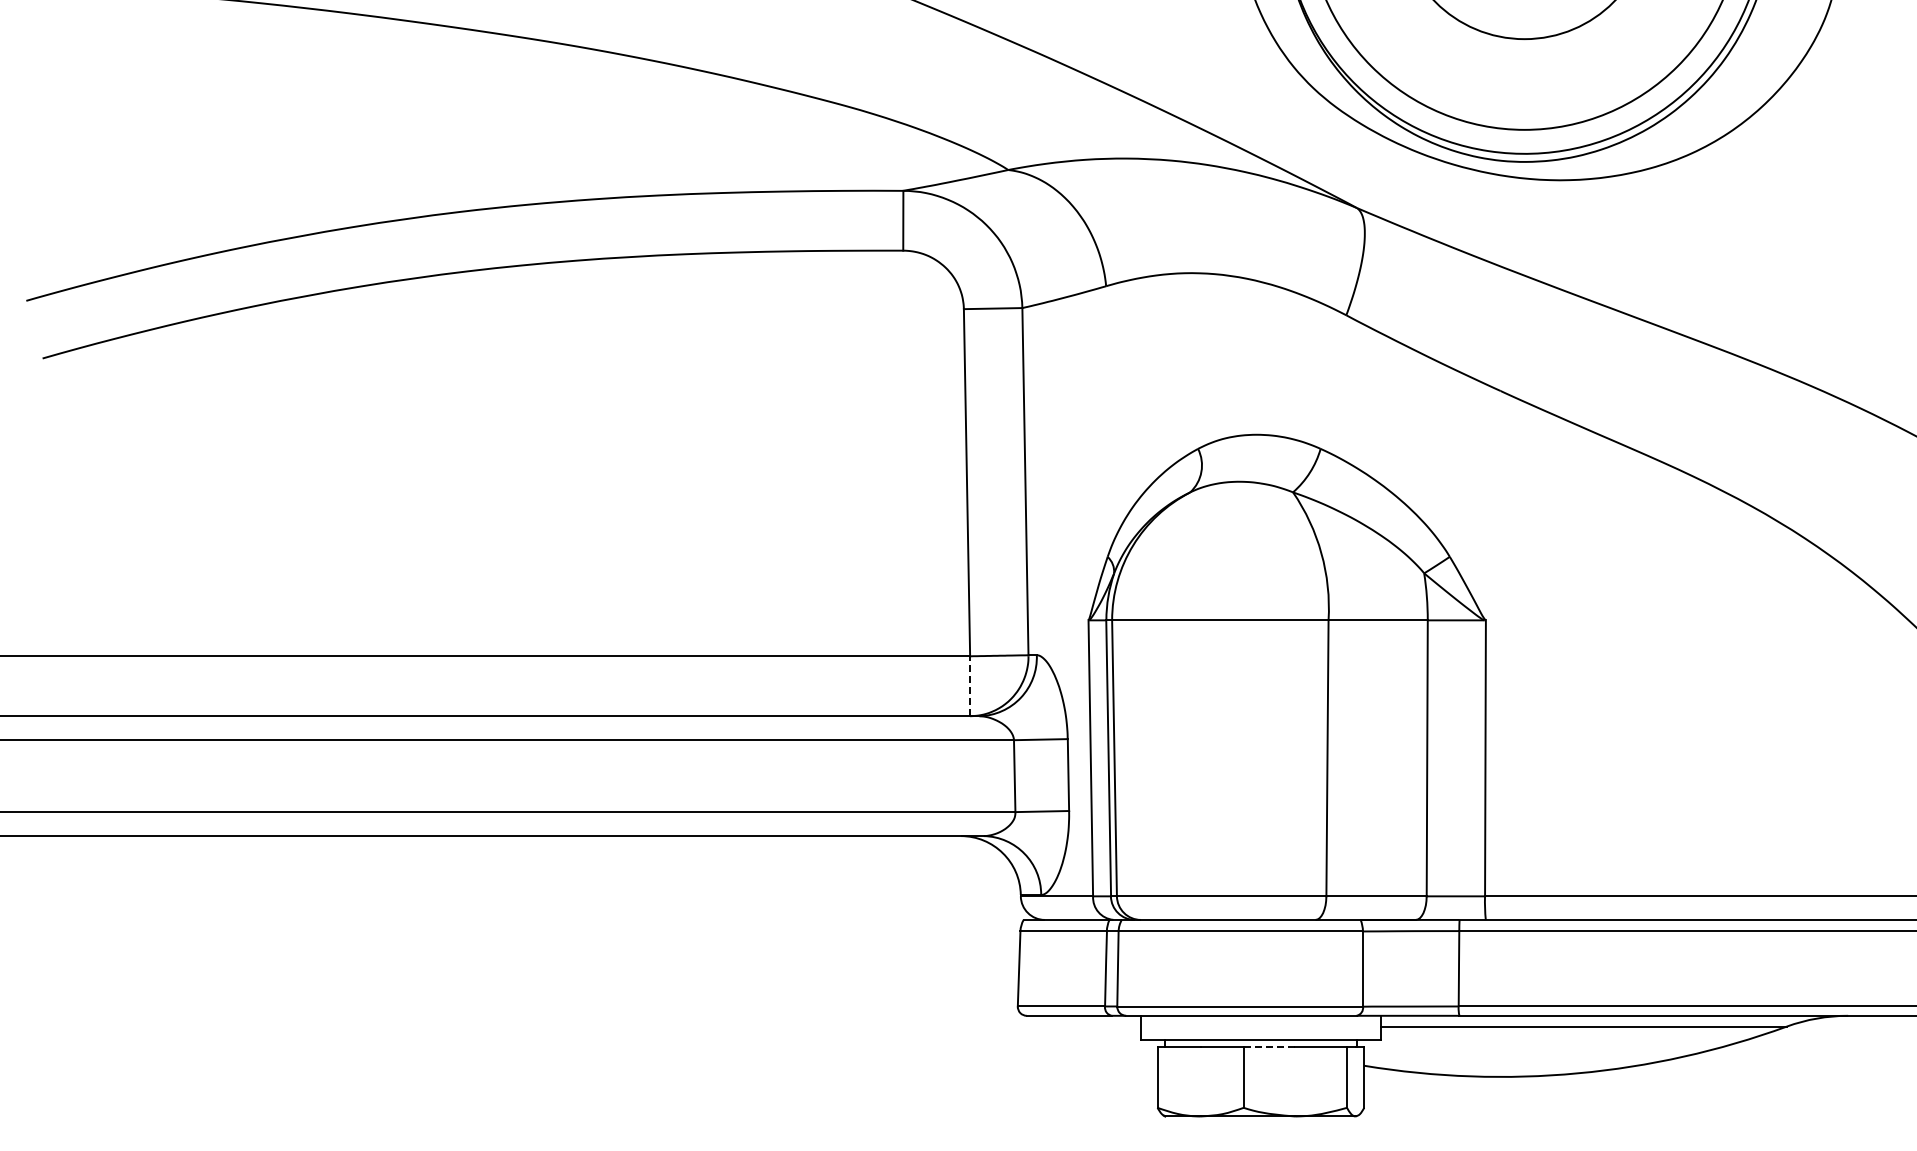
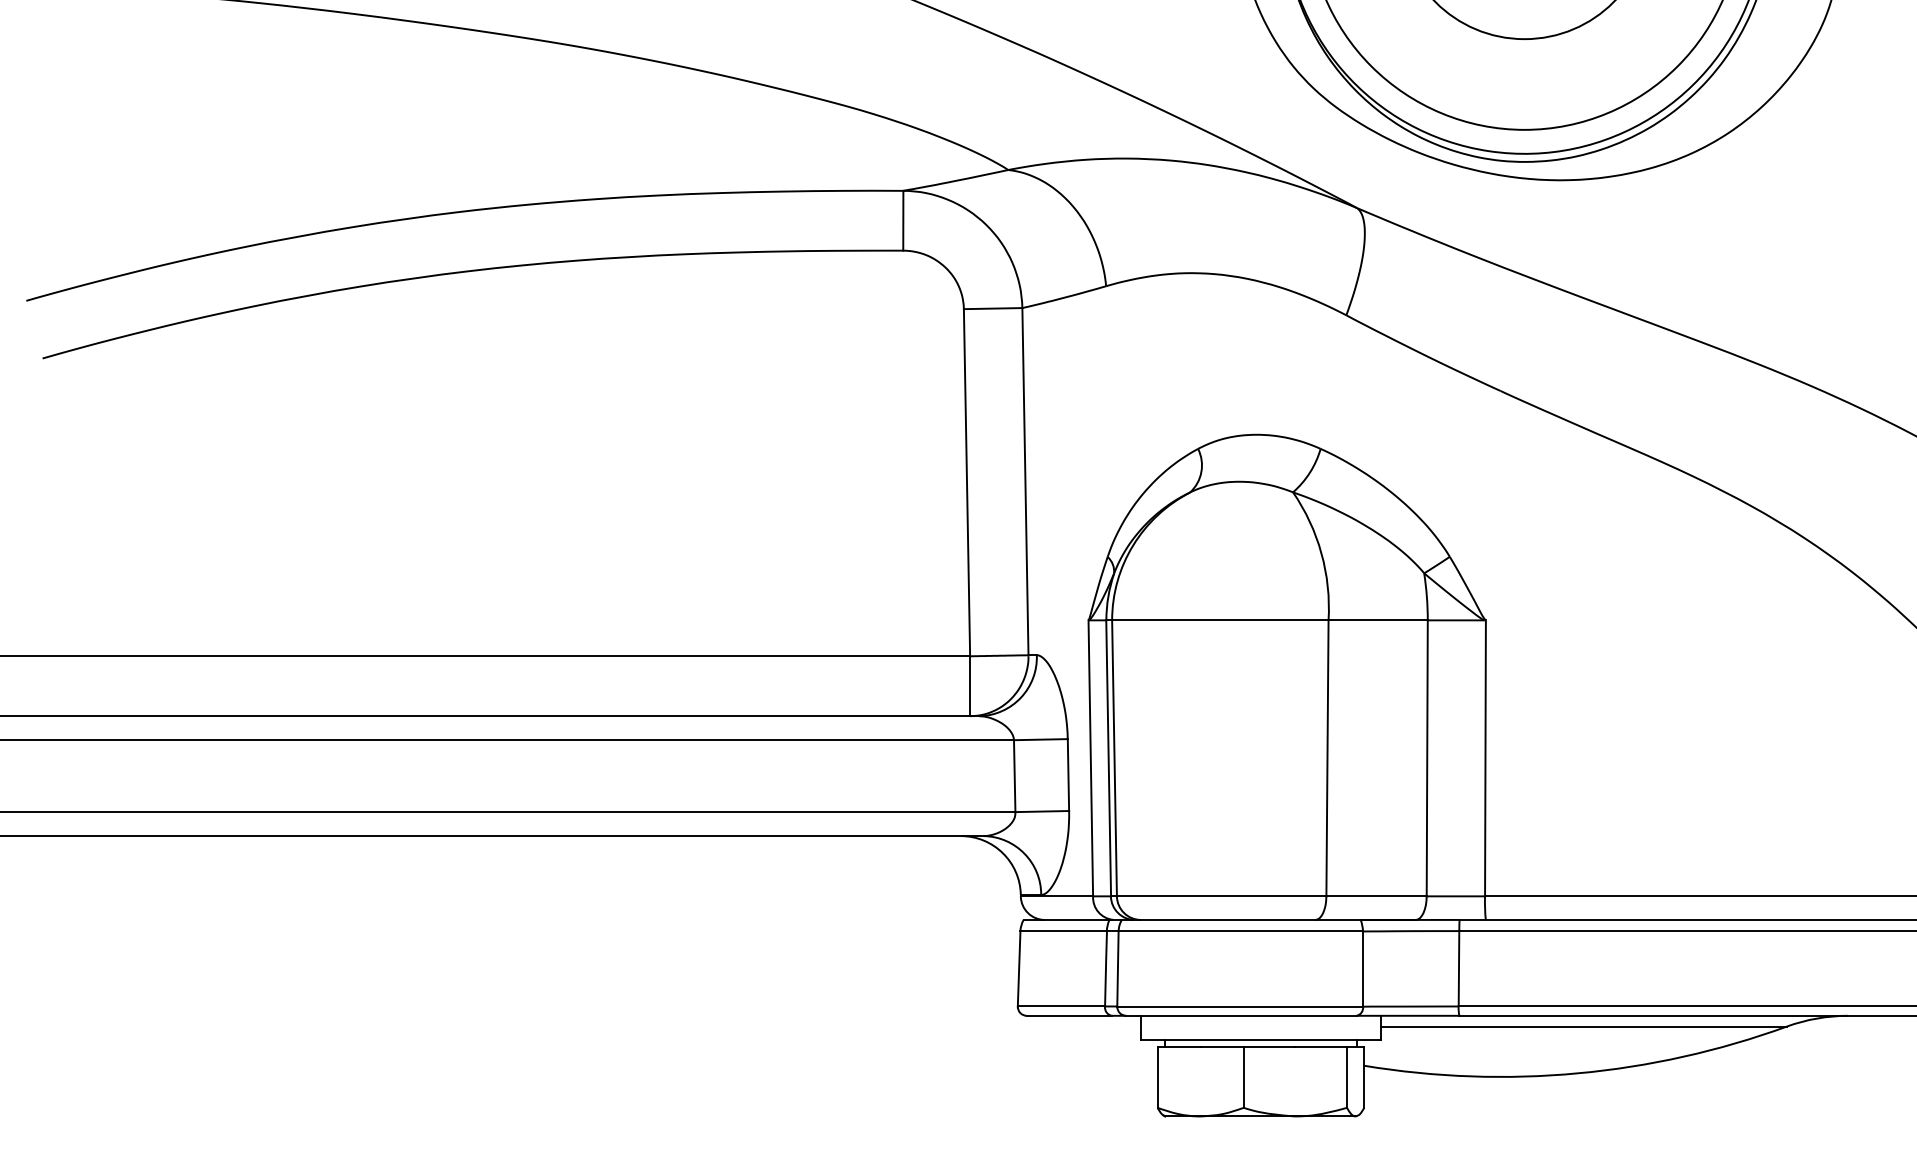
line at (970, 686): dashed -> solid
line at (1269, 1046): dashed -> solid
